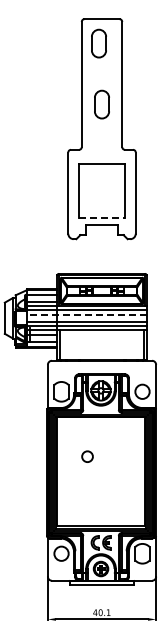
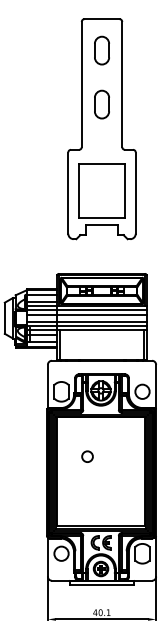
part at (98, 43) position: (98, 43) -> (101, 50)
line at (102, 217): dashed -> solid
line at (86, 315): dashed -> solid
